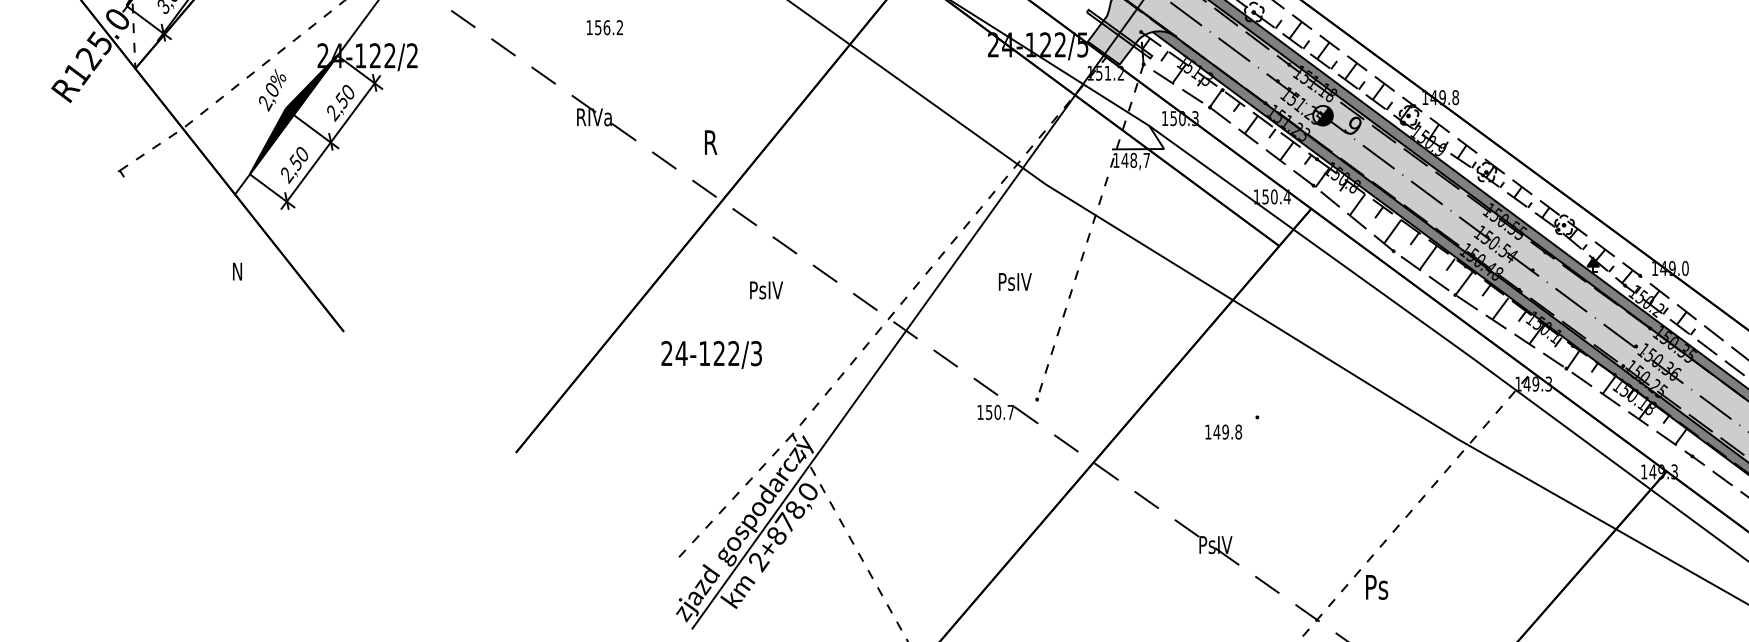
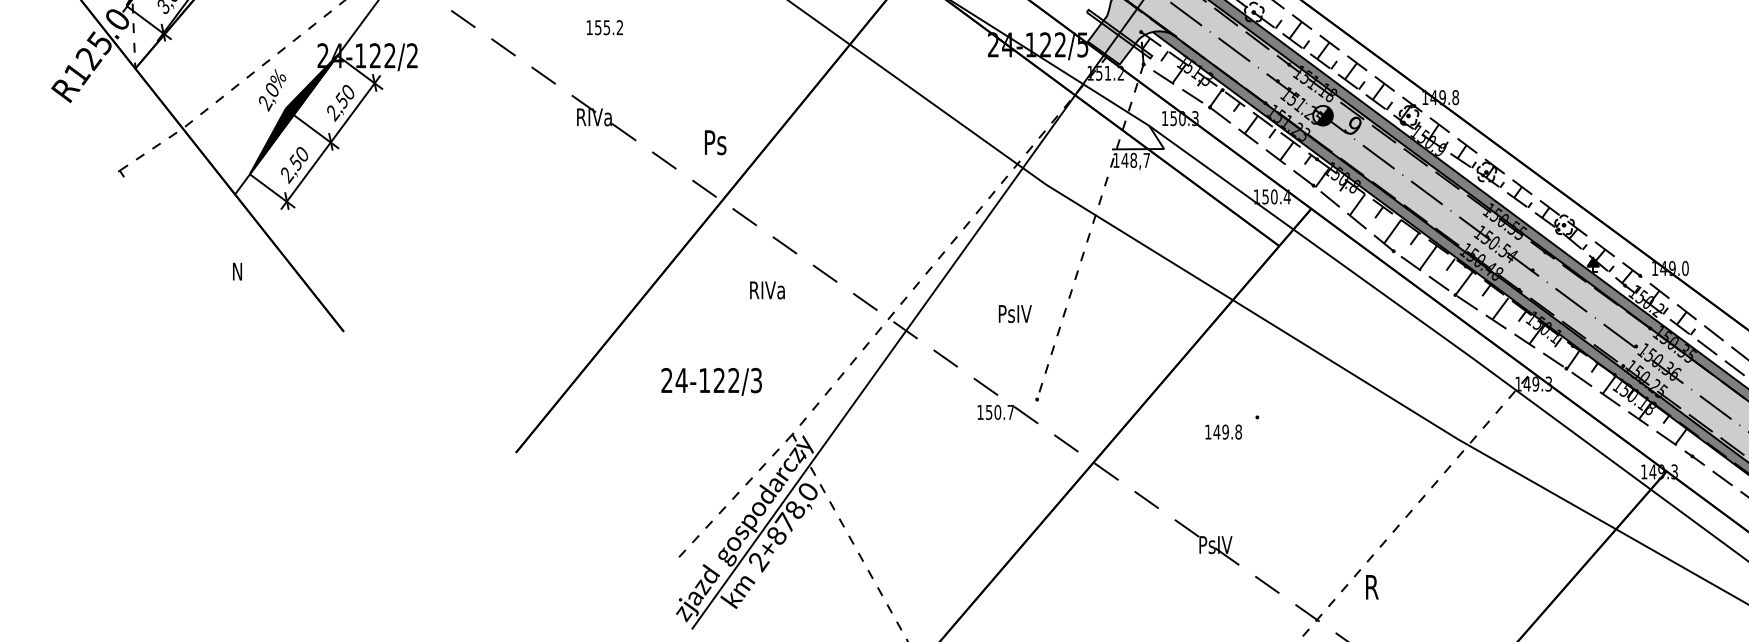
text at (606, 27): 156.2 -> 155.2
text at (716, 145): R -> Ps
text at (1014, 281) position: (1014, 281) -> (1014, 313)
text at (768, 290): PsIV -> RIVa
text at (711, 354) position: (711, 354) -> (711, 381)
text at (1378, 588): Ps -> R
